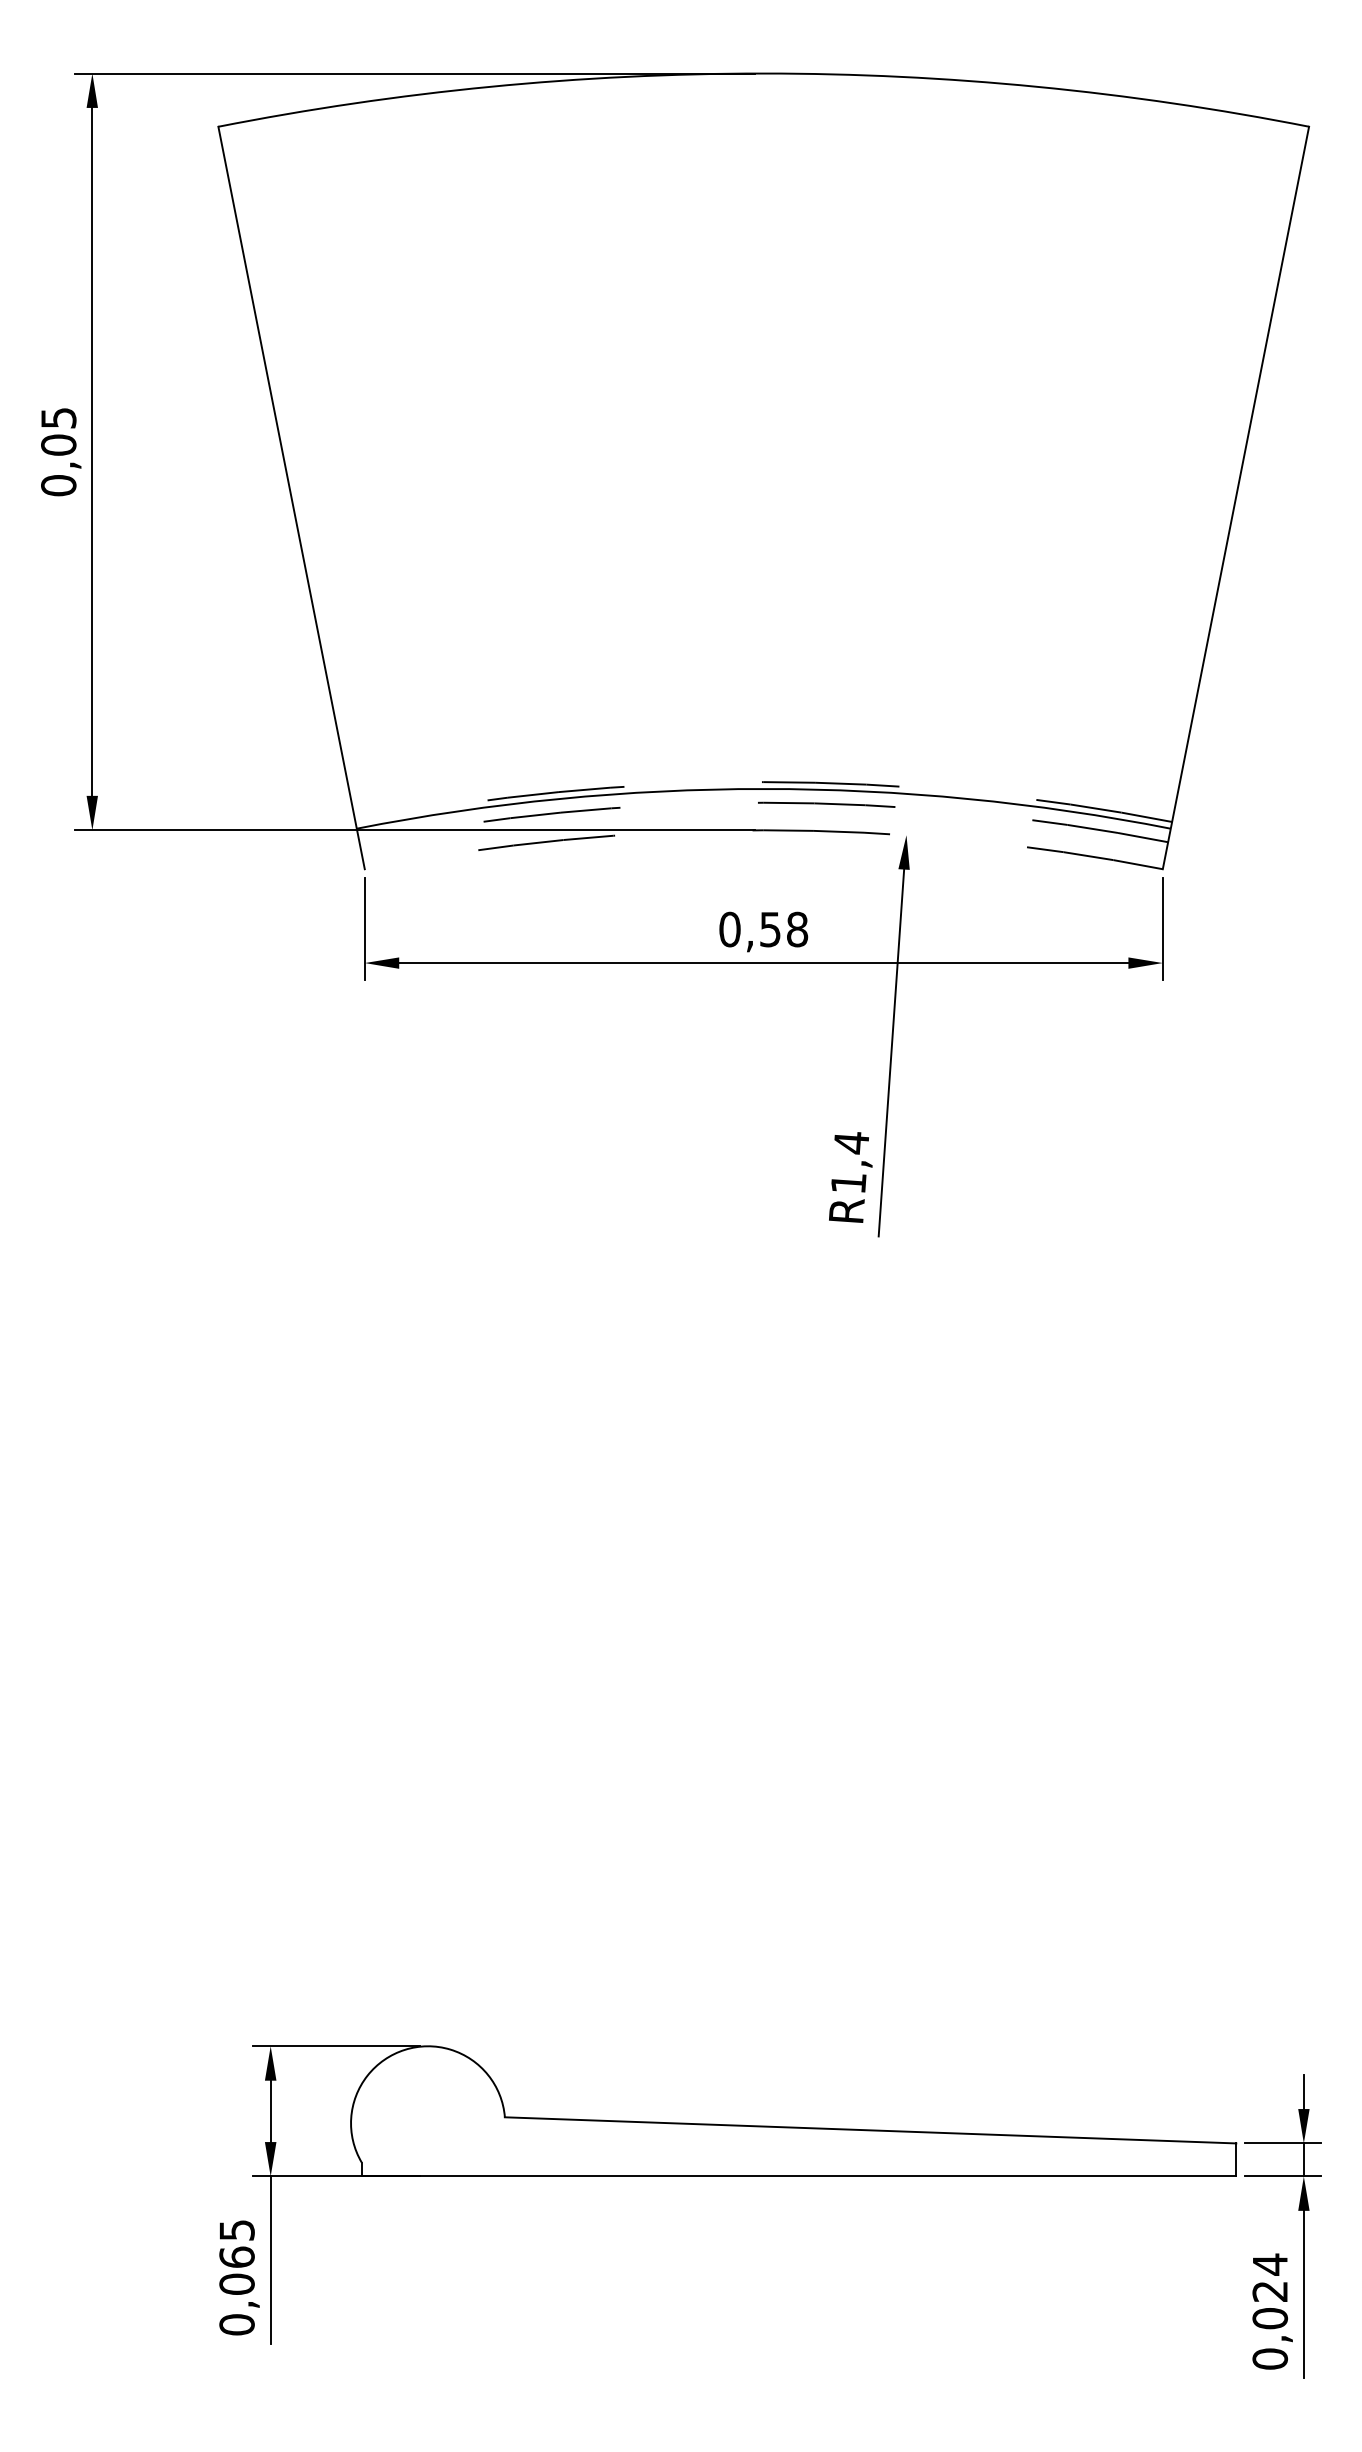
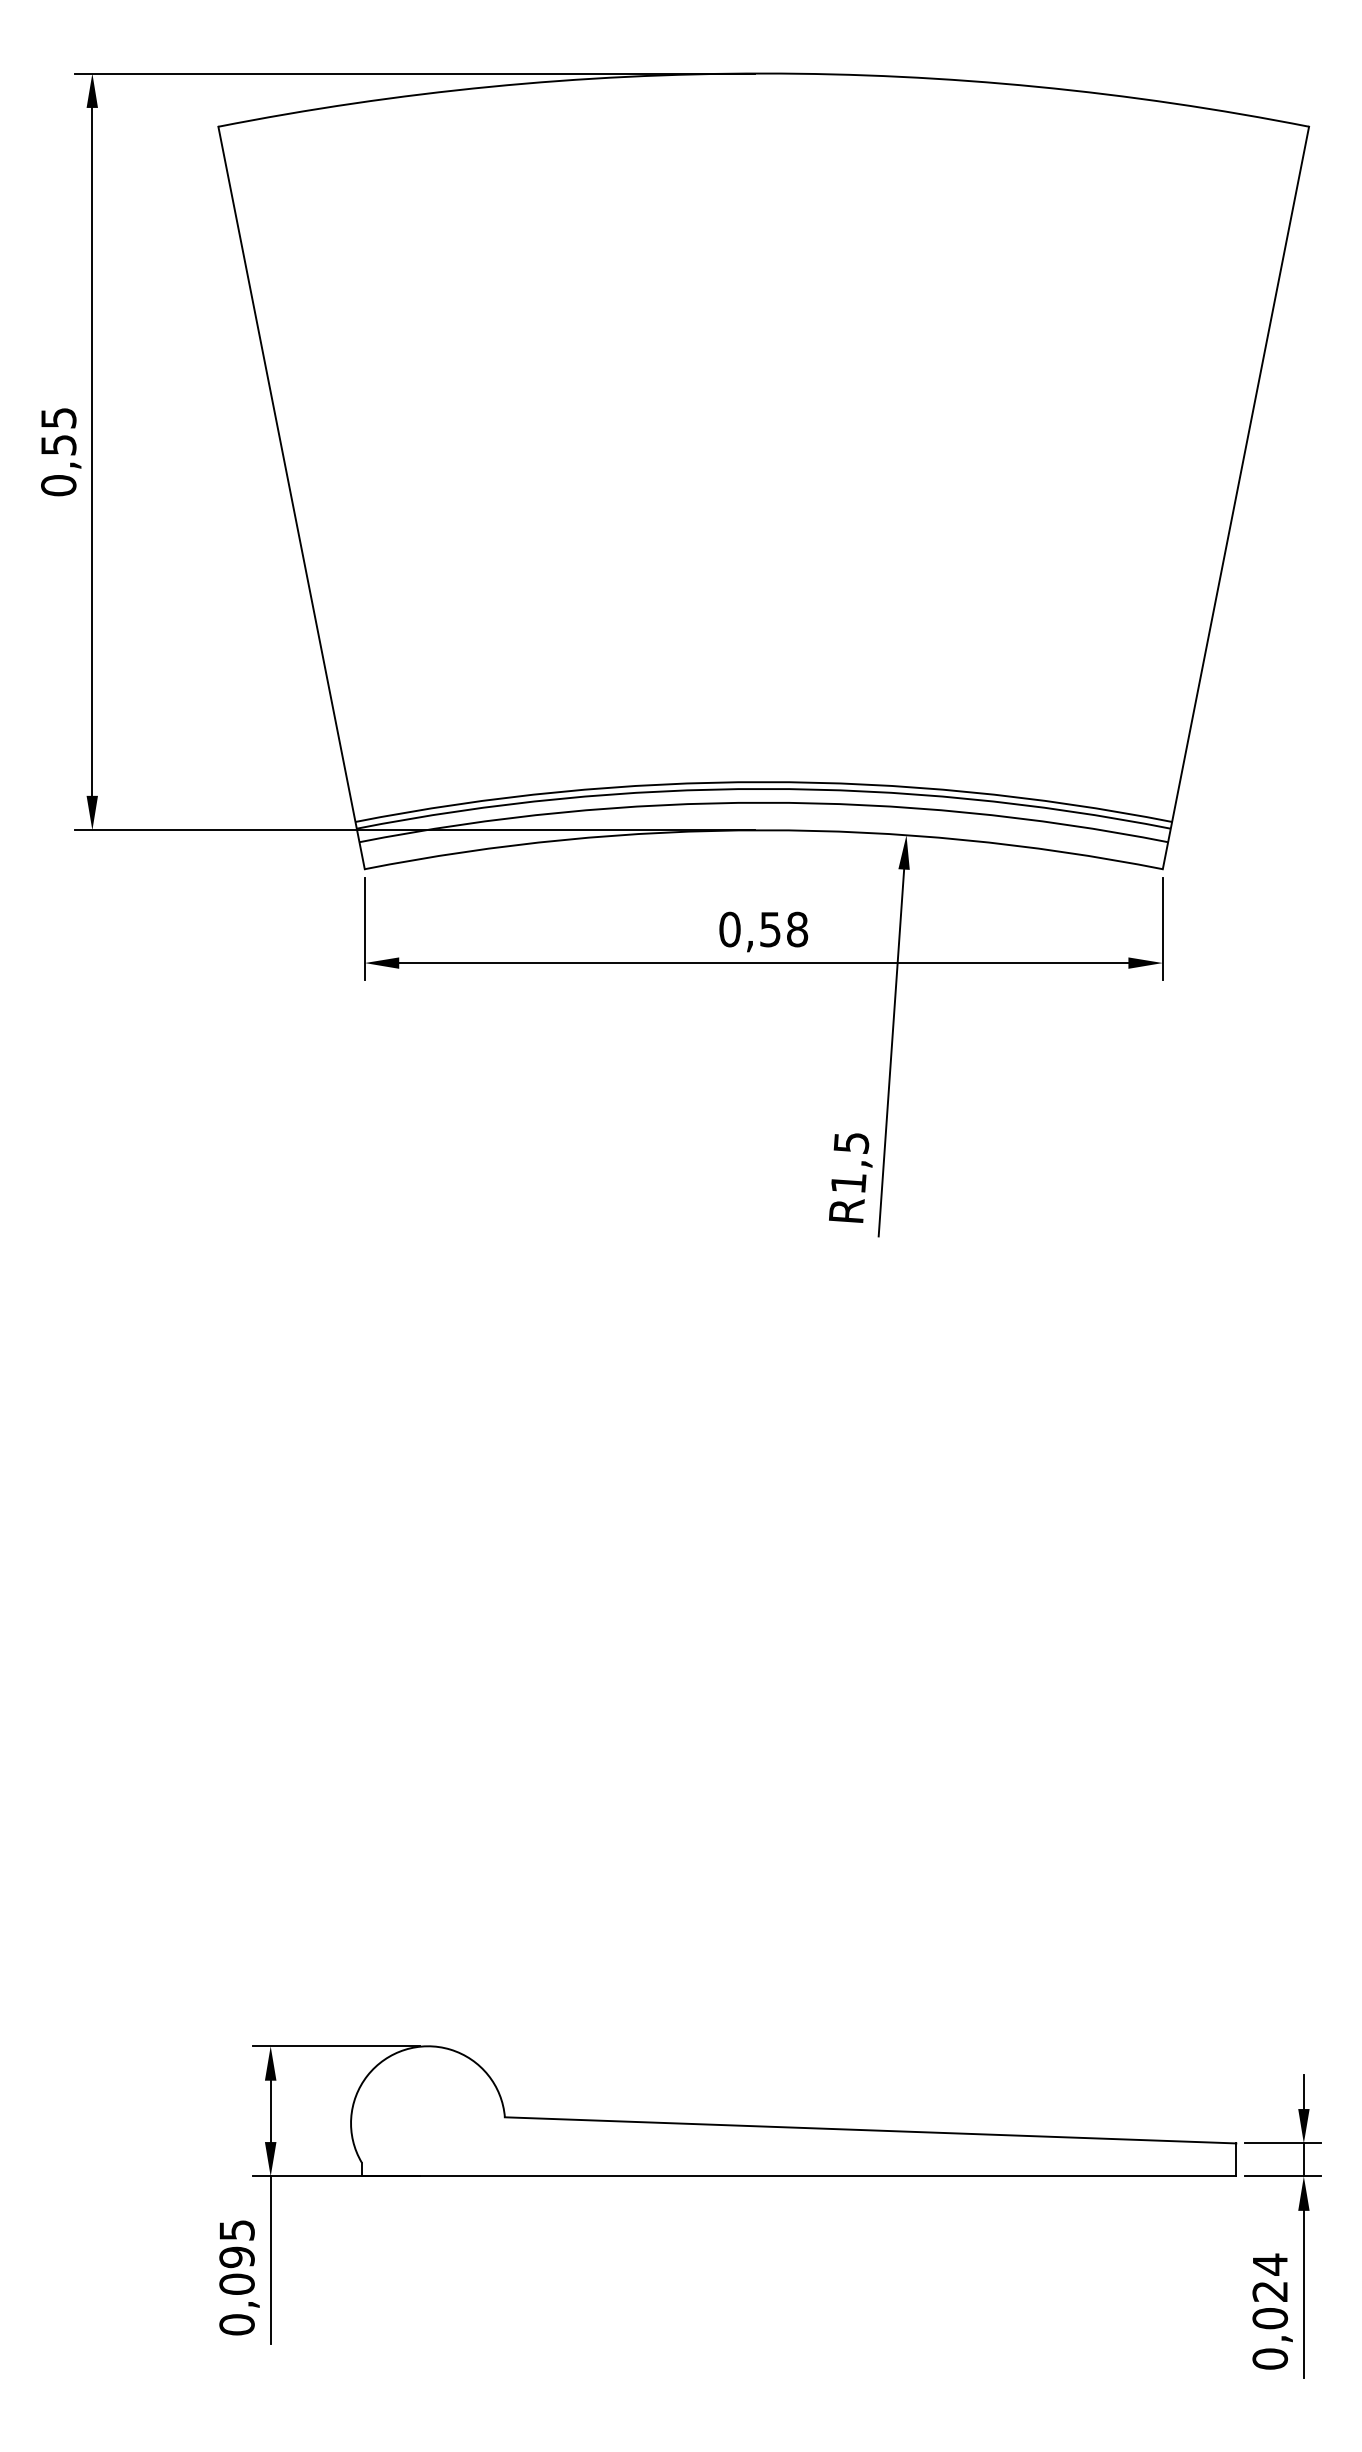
text at (58, 444): 0,05 -> 0,55
arc at (763, 782): dashed -> solid
arc at (763, 802): dashed -> solid
arc at (763, 830): dashed -> solid
text at (851, 1143): R1,4 -> R1,5
text at (236, 2257): 0,065 -> 0,095
